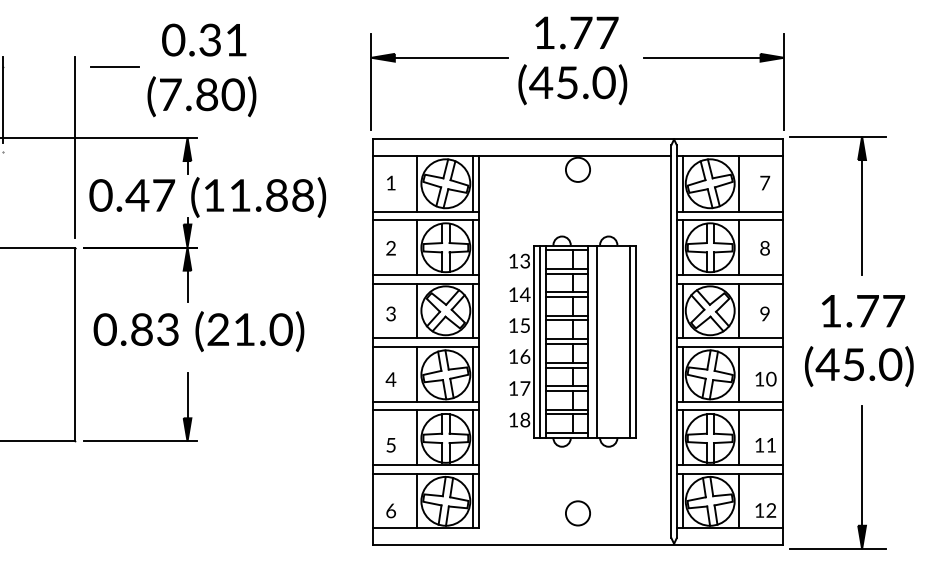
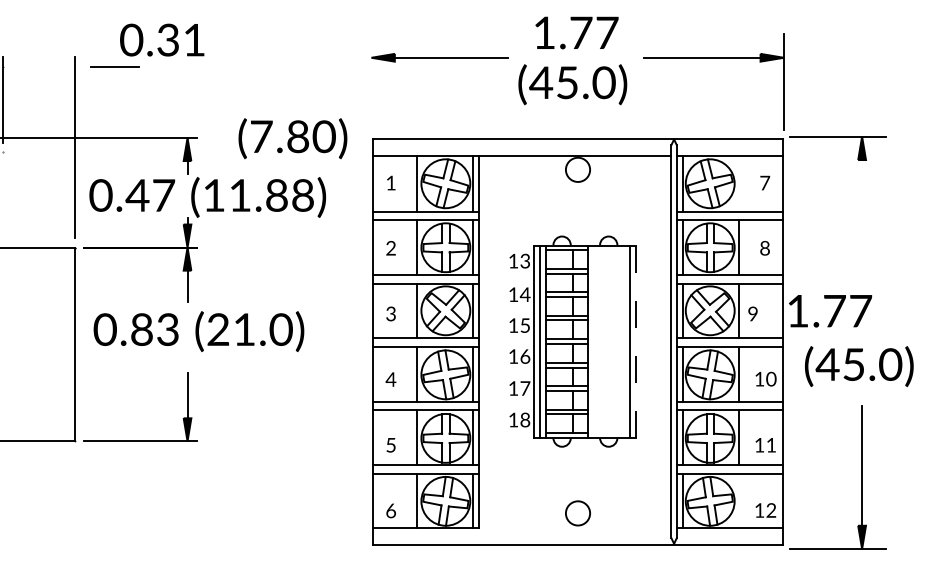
text at (204, 39) position: (204, 39) -> (162, 39)
line at (371, 82): present -> none
text at (201, 96) position: (201, 96) -> (292, 138)
line at (738, 183): present -> none
line at (862, 217): present -> none
text at (863, 311) position: (863, 311) -> (830, 311)
text at (764, 313) position: (764, 313) -> (752, 313)
line at (596, 341): present -> none
line at (635, 342): solid -> dashed
line at (738, 500): present -> none
